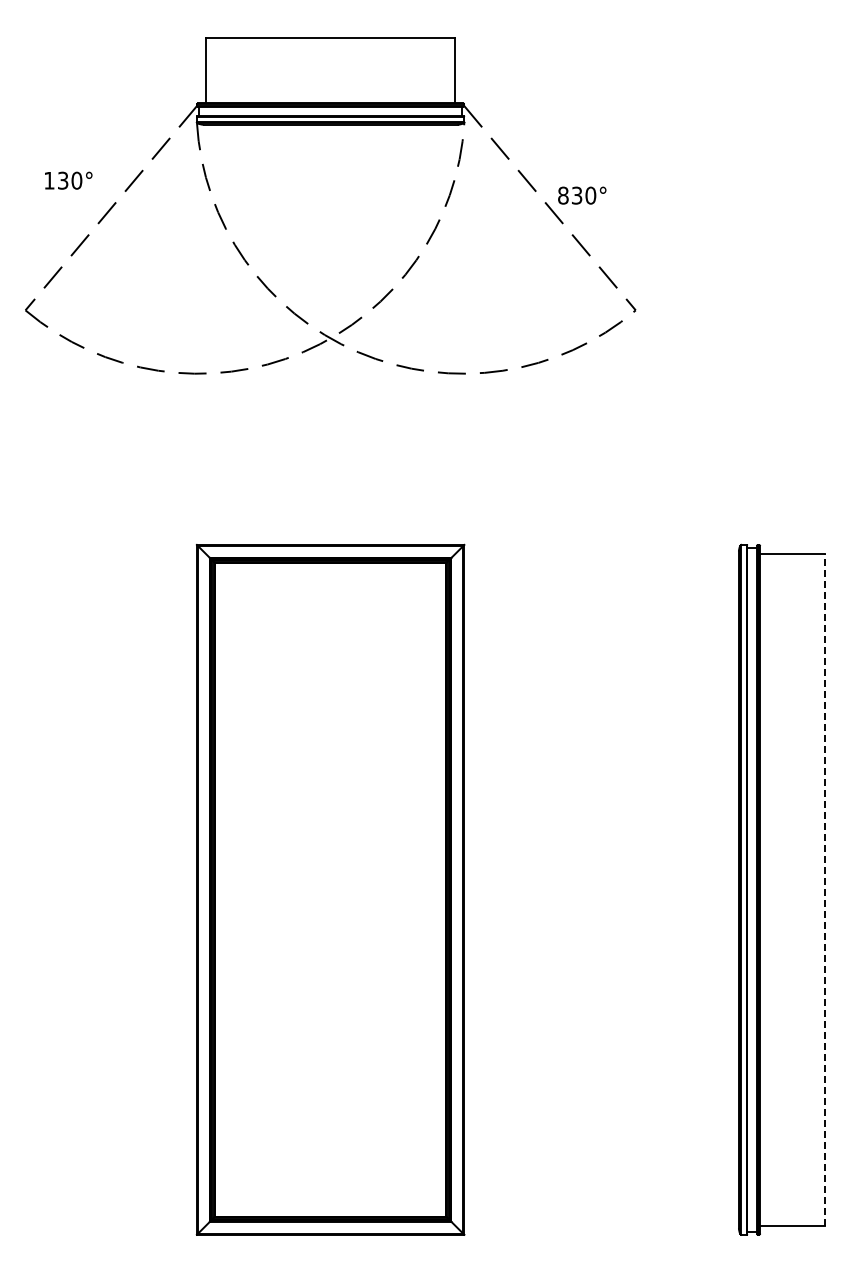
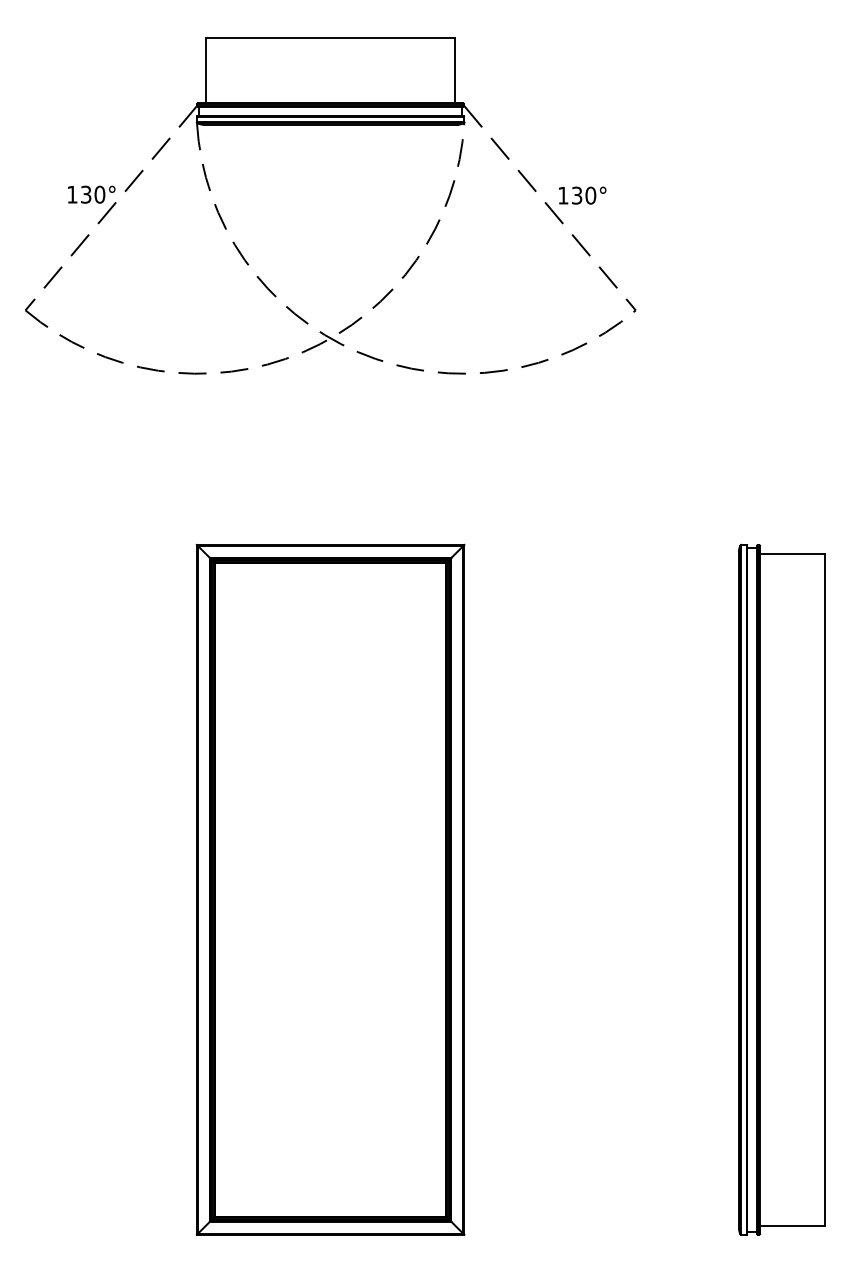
text at (68, 180) position: (68, 180) -> (91, 194)
text at (563, 195): 830° -> 130°
line at (825, 889): dashed -> solid
